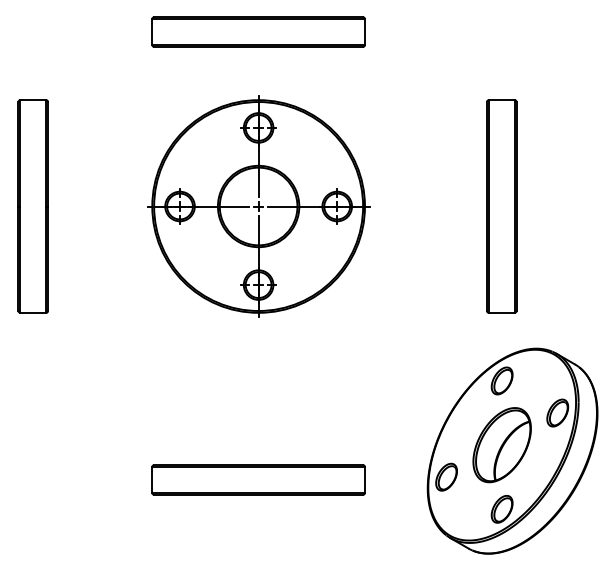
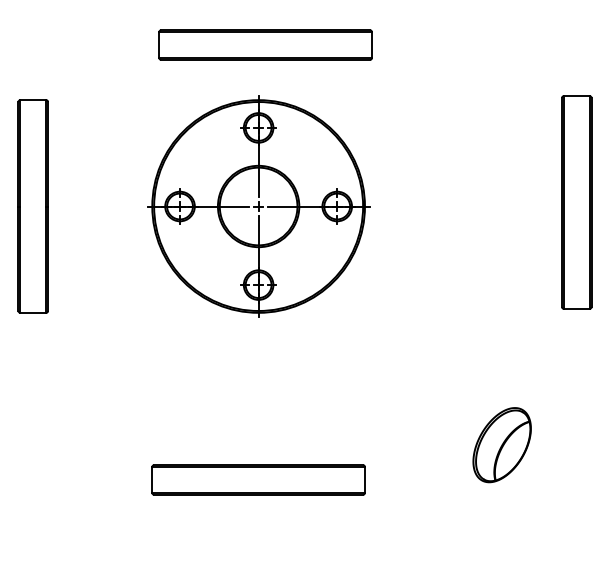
part at (258, 31) position: (258, 31) -> (265, 44)
part at (501, 206) position: (501, 206) -> (576, 202)
part at (512, 450): present -> none
